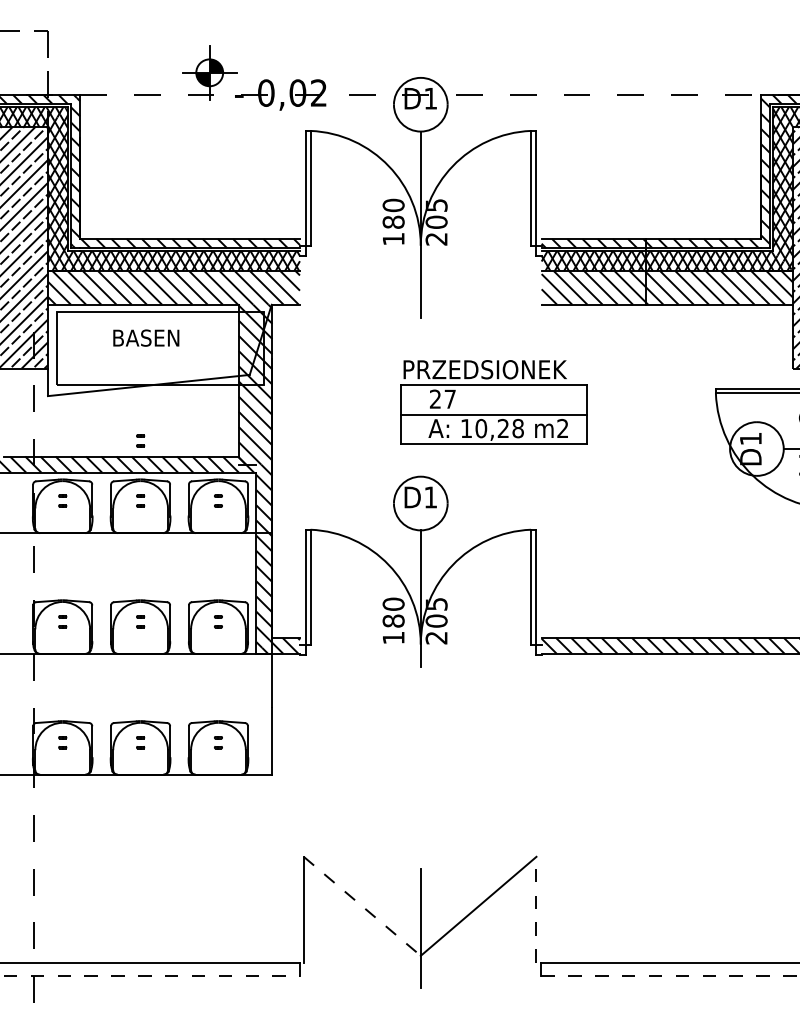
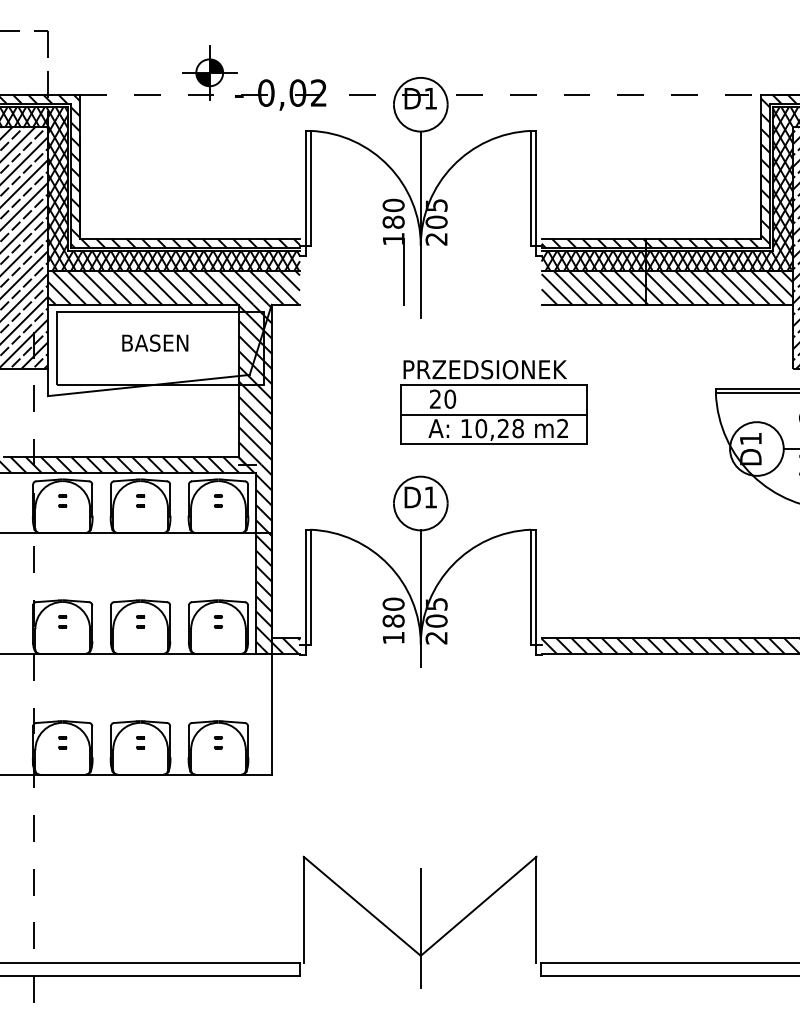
line at (404, 271): none -> present
text at (146, 337) position: (146, 337) -> (155, 342)
text at (450, 398): 27 -> 20
part at (140, 440): present -> none
line at (362, 906): dashed -> solid
line at (536, 909): dashed -> solid
line at (150, 976): dashed -> solid
line at (671, 976): dashed -> solid
